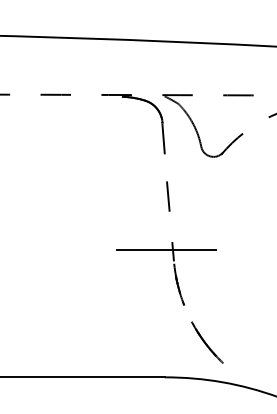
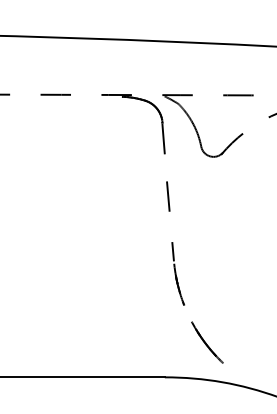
line at (165, 250): present -> none
